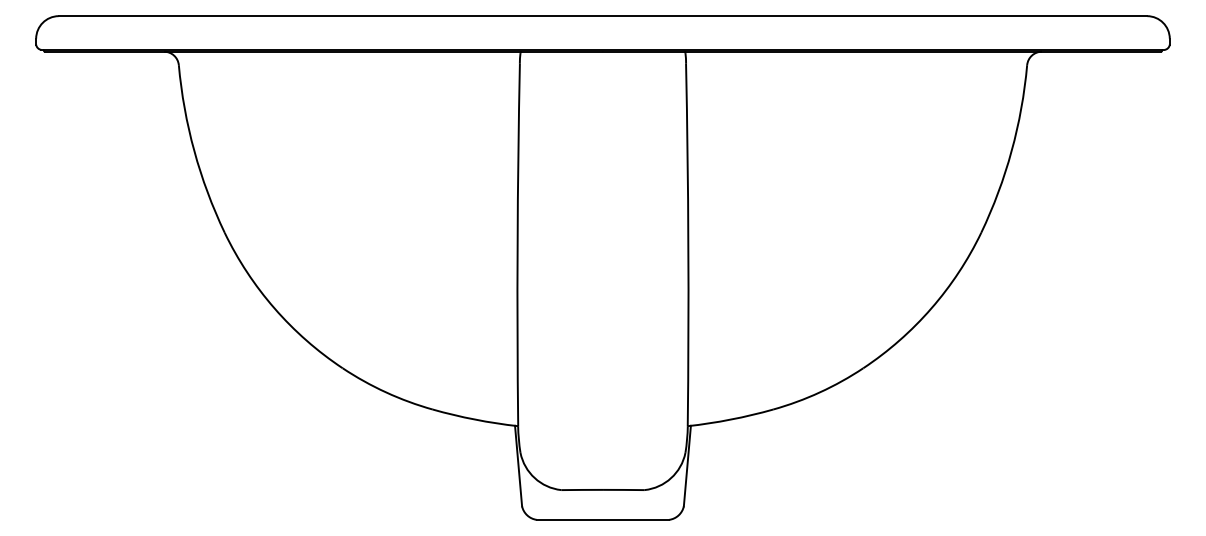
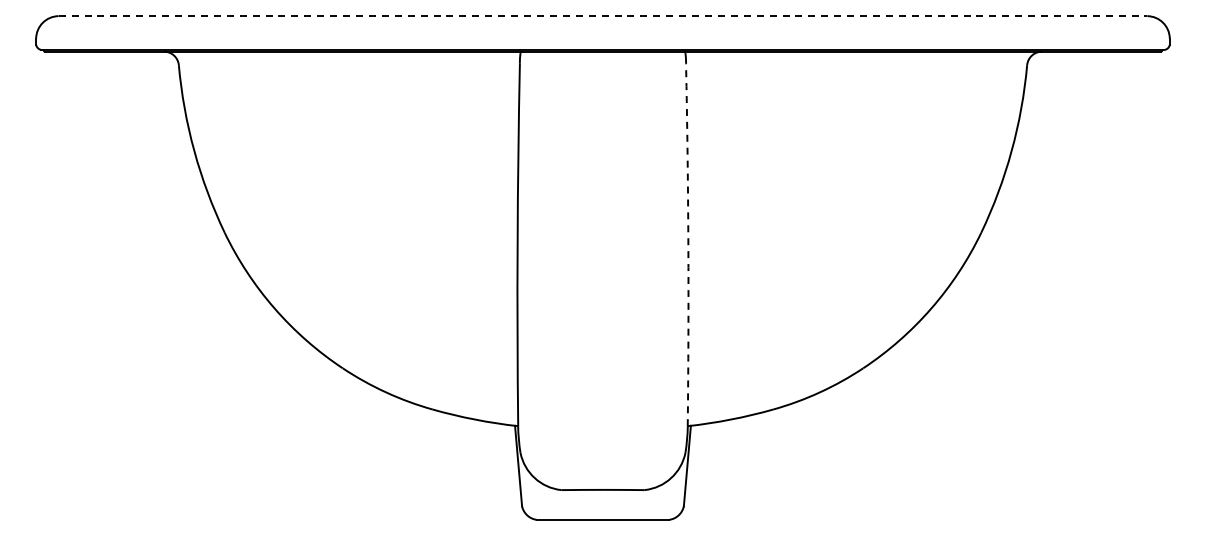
line at (603, 16): solid -> dashed
arc at (688, 244): solid -> dashed
